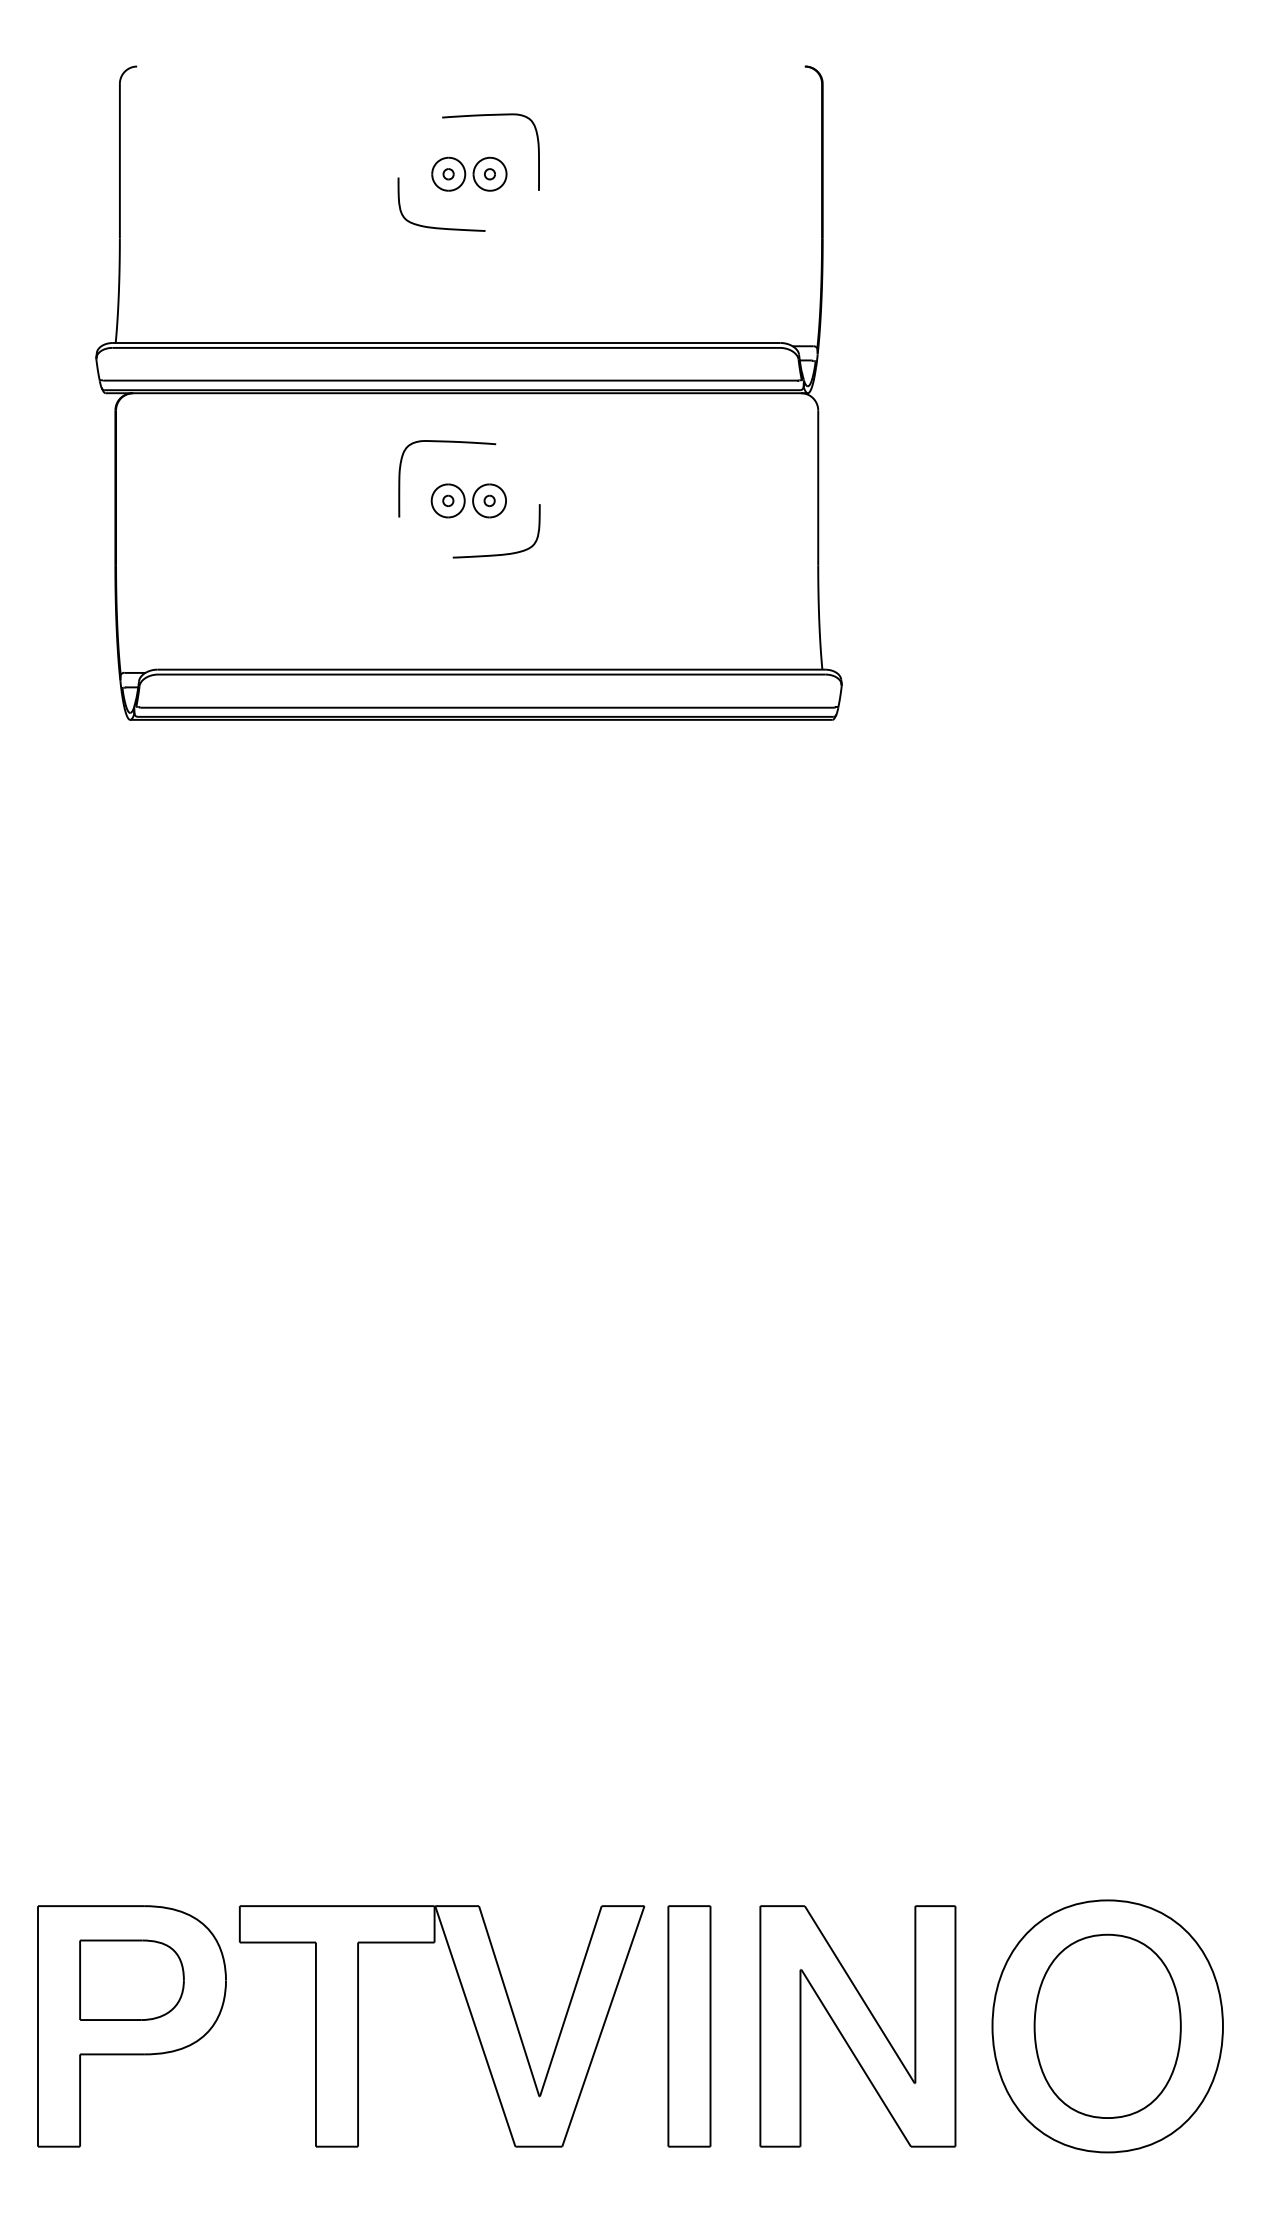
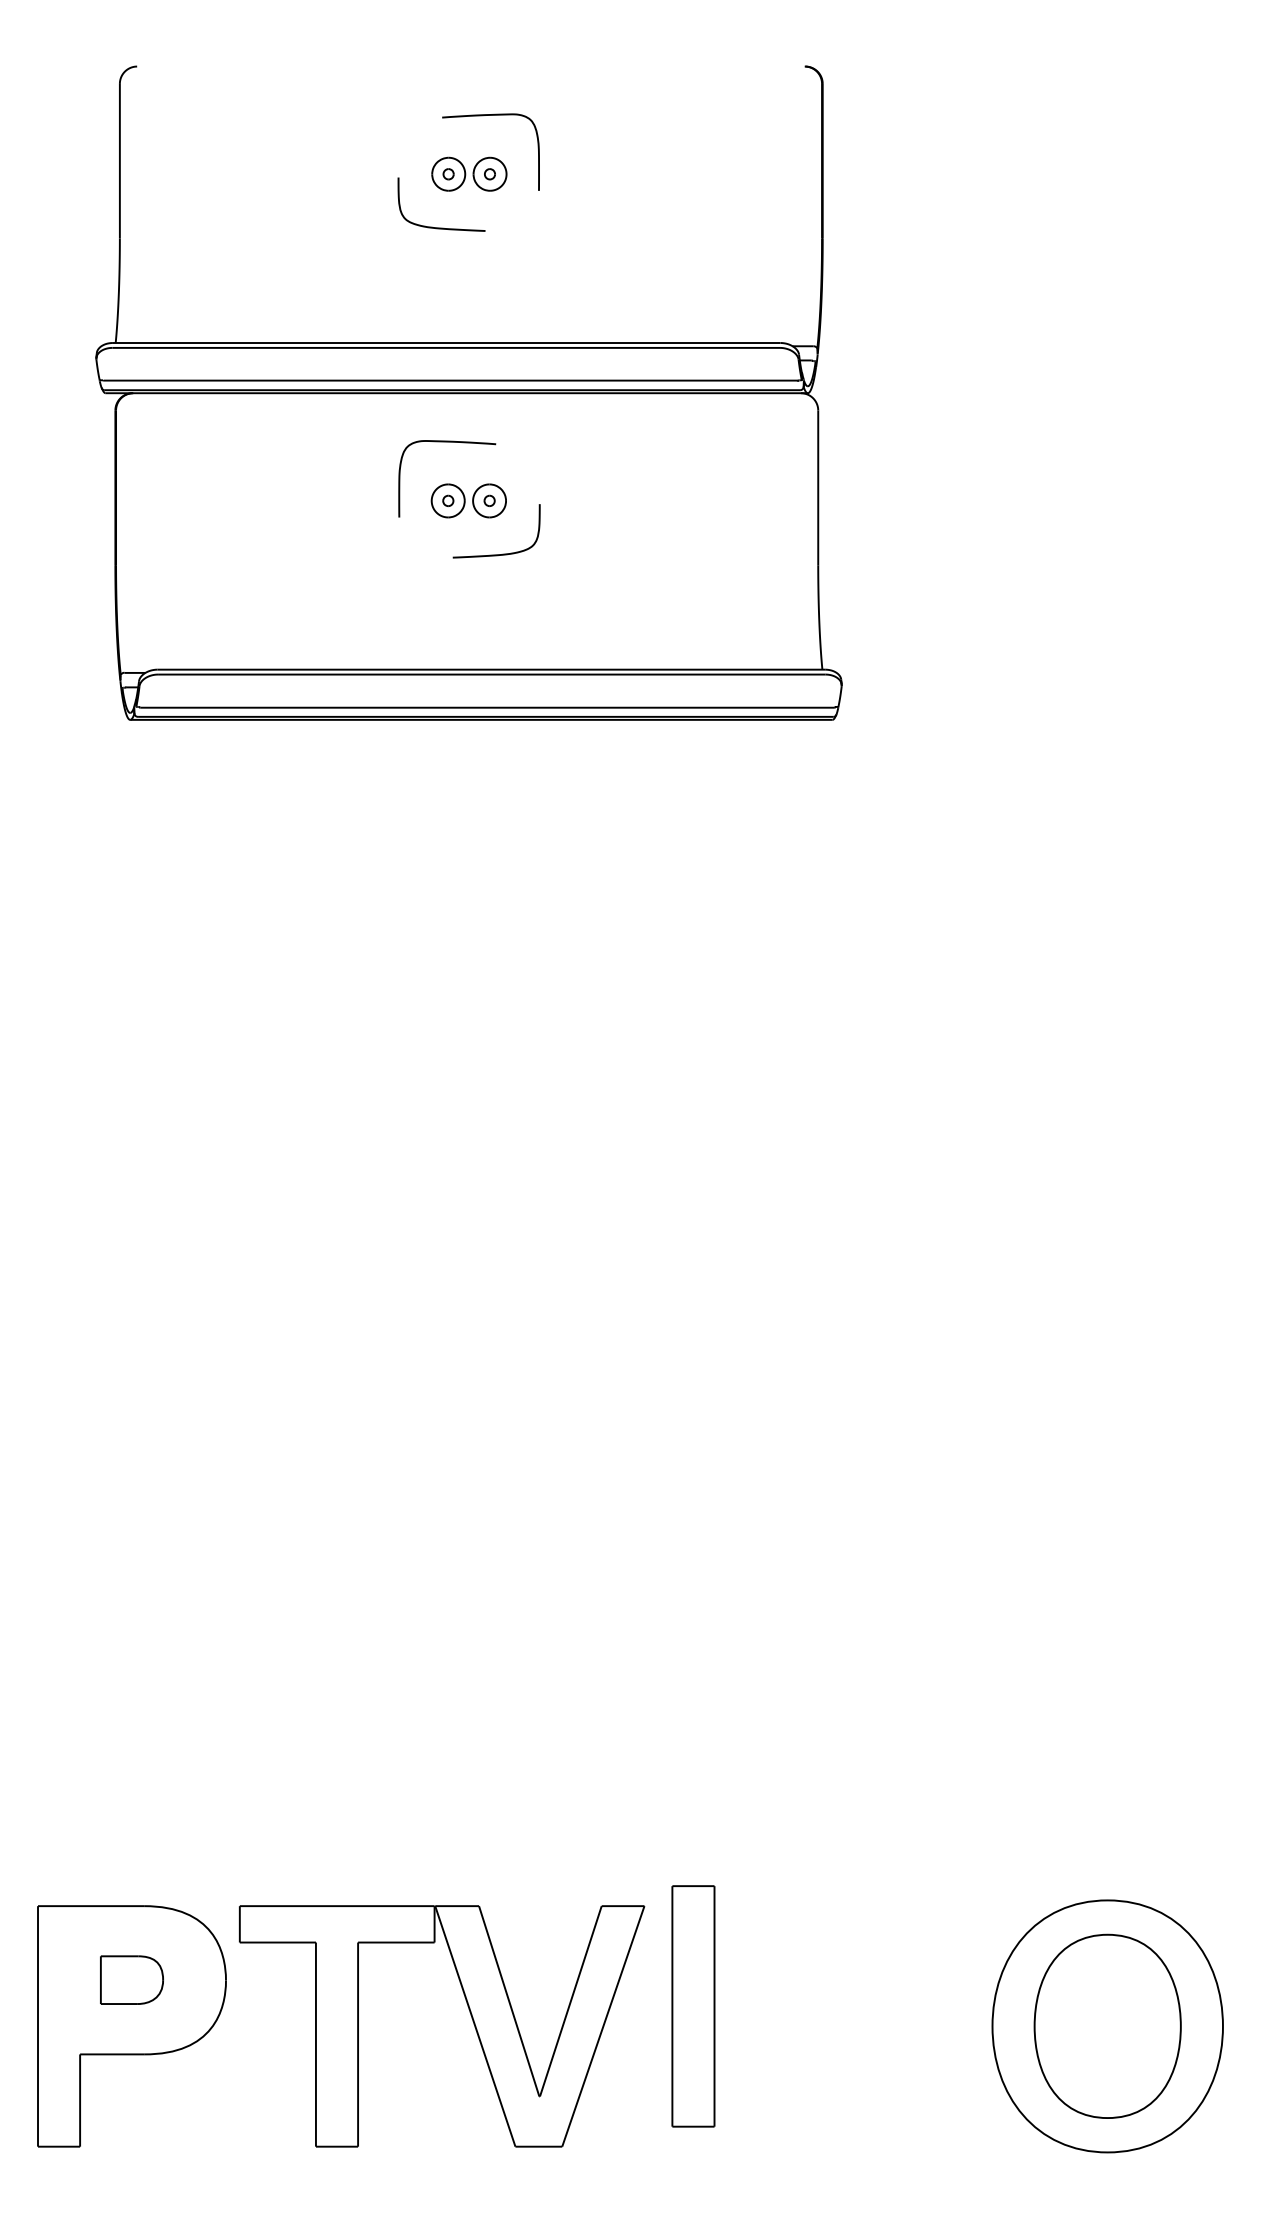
part at (131, 1979) size: 106x82 px -> 64x50 px
part at (689, 2026) position: (689, 2026) -> (693, 2006)
part at (857, 2026): present -> none
